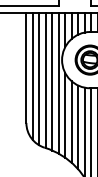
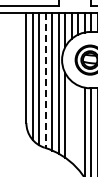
line at (45, 80): solid -> dashed
line at (71, 121): present -> none
line at (78, 127): present -> none
